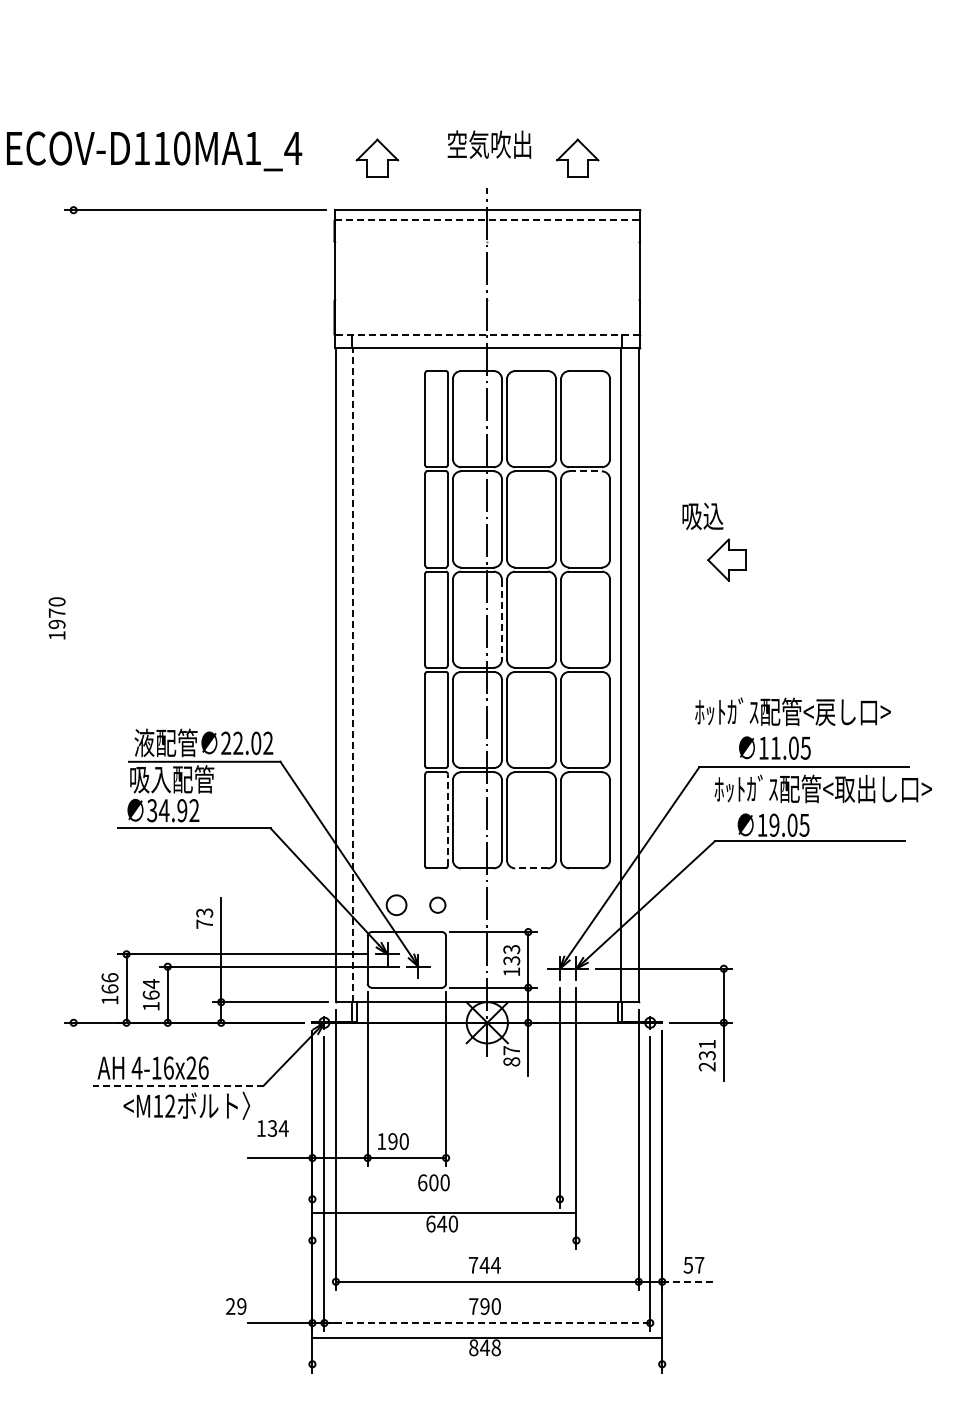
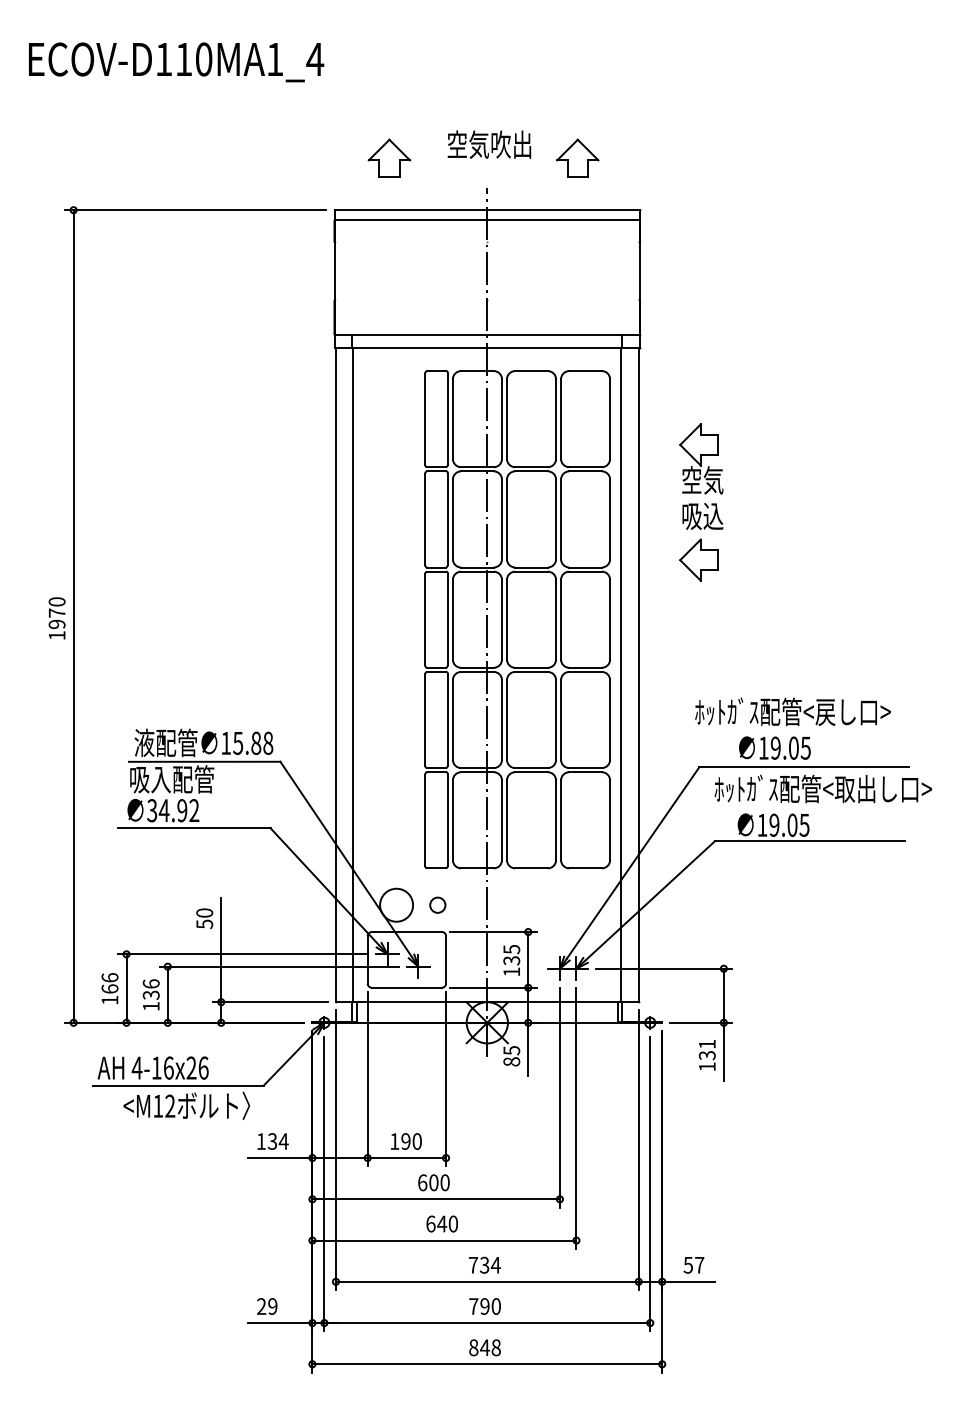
text at (154, 151) position: (154, 151) -> (176, 62)
part at (377, 157) position: (377, 157) -> (389, 157)
line at (487, 220): dashed -> solid
line at (487, 335): dashed -> solid
part at (701, 458): none -> present
line at (586, 471): dashed -> solid
part at (726, 559) position: (726, 559) -> (698, 559)
line at (73, 616): none -> present
line at (502, 619): dashed -> solid
line at (353, 674): dashed -> solid
text at (247, 742): 22.02 -> 15.88
text at (775, 747): 11.05 -> 19.05
line at (447, 820): dashed -> solid
line at (531, 868): dashed -> solid
circle at (396, 905) diameter: 20 px -> 33 px
text at (204, 918): 73 -> 50
text at (511, 949): 133 -> 135
text at (150, 989): 164 -> 136
text at (511, 1050): 87 -> 85
text at (706, 1066): 231 -> 131
line at (177, 1085): dashed -> solid
text at (272, 1128) position: (272, 1128) -> (272, 1141)
text at (393, 1141) position: (393, 1141) -> (406, 1141)
line at (435, 1199): none -> present
line at (444, 1212) position: (444, 1212) -> (444, 1240)
text at (484, 1264): 744 -> 734
line at (689, 1281): dashed -> solid
text at (236, 1306) position: (236, 1306) -> (267, 1306)
line at (487, 1323): dashed -> solid
line at (487, 1338) position: (487, 1338) -> (487, 1364)
